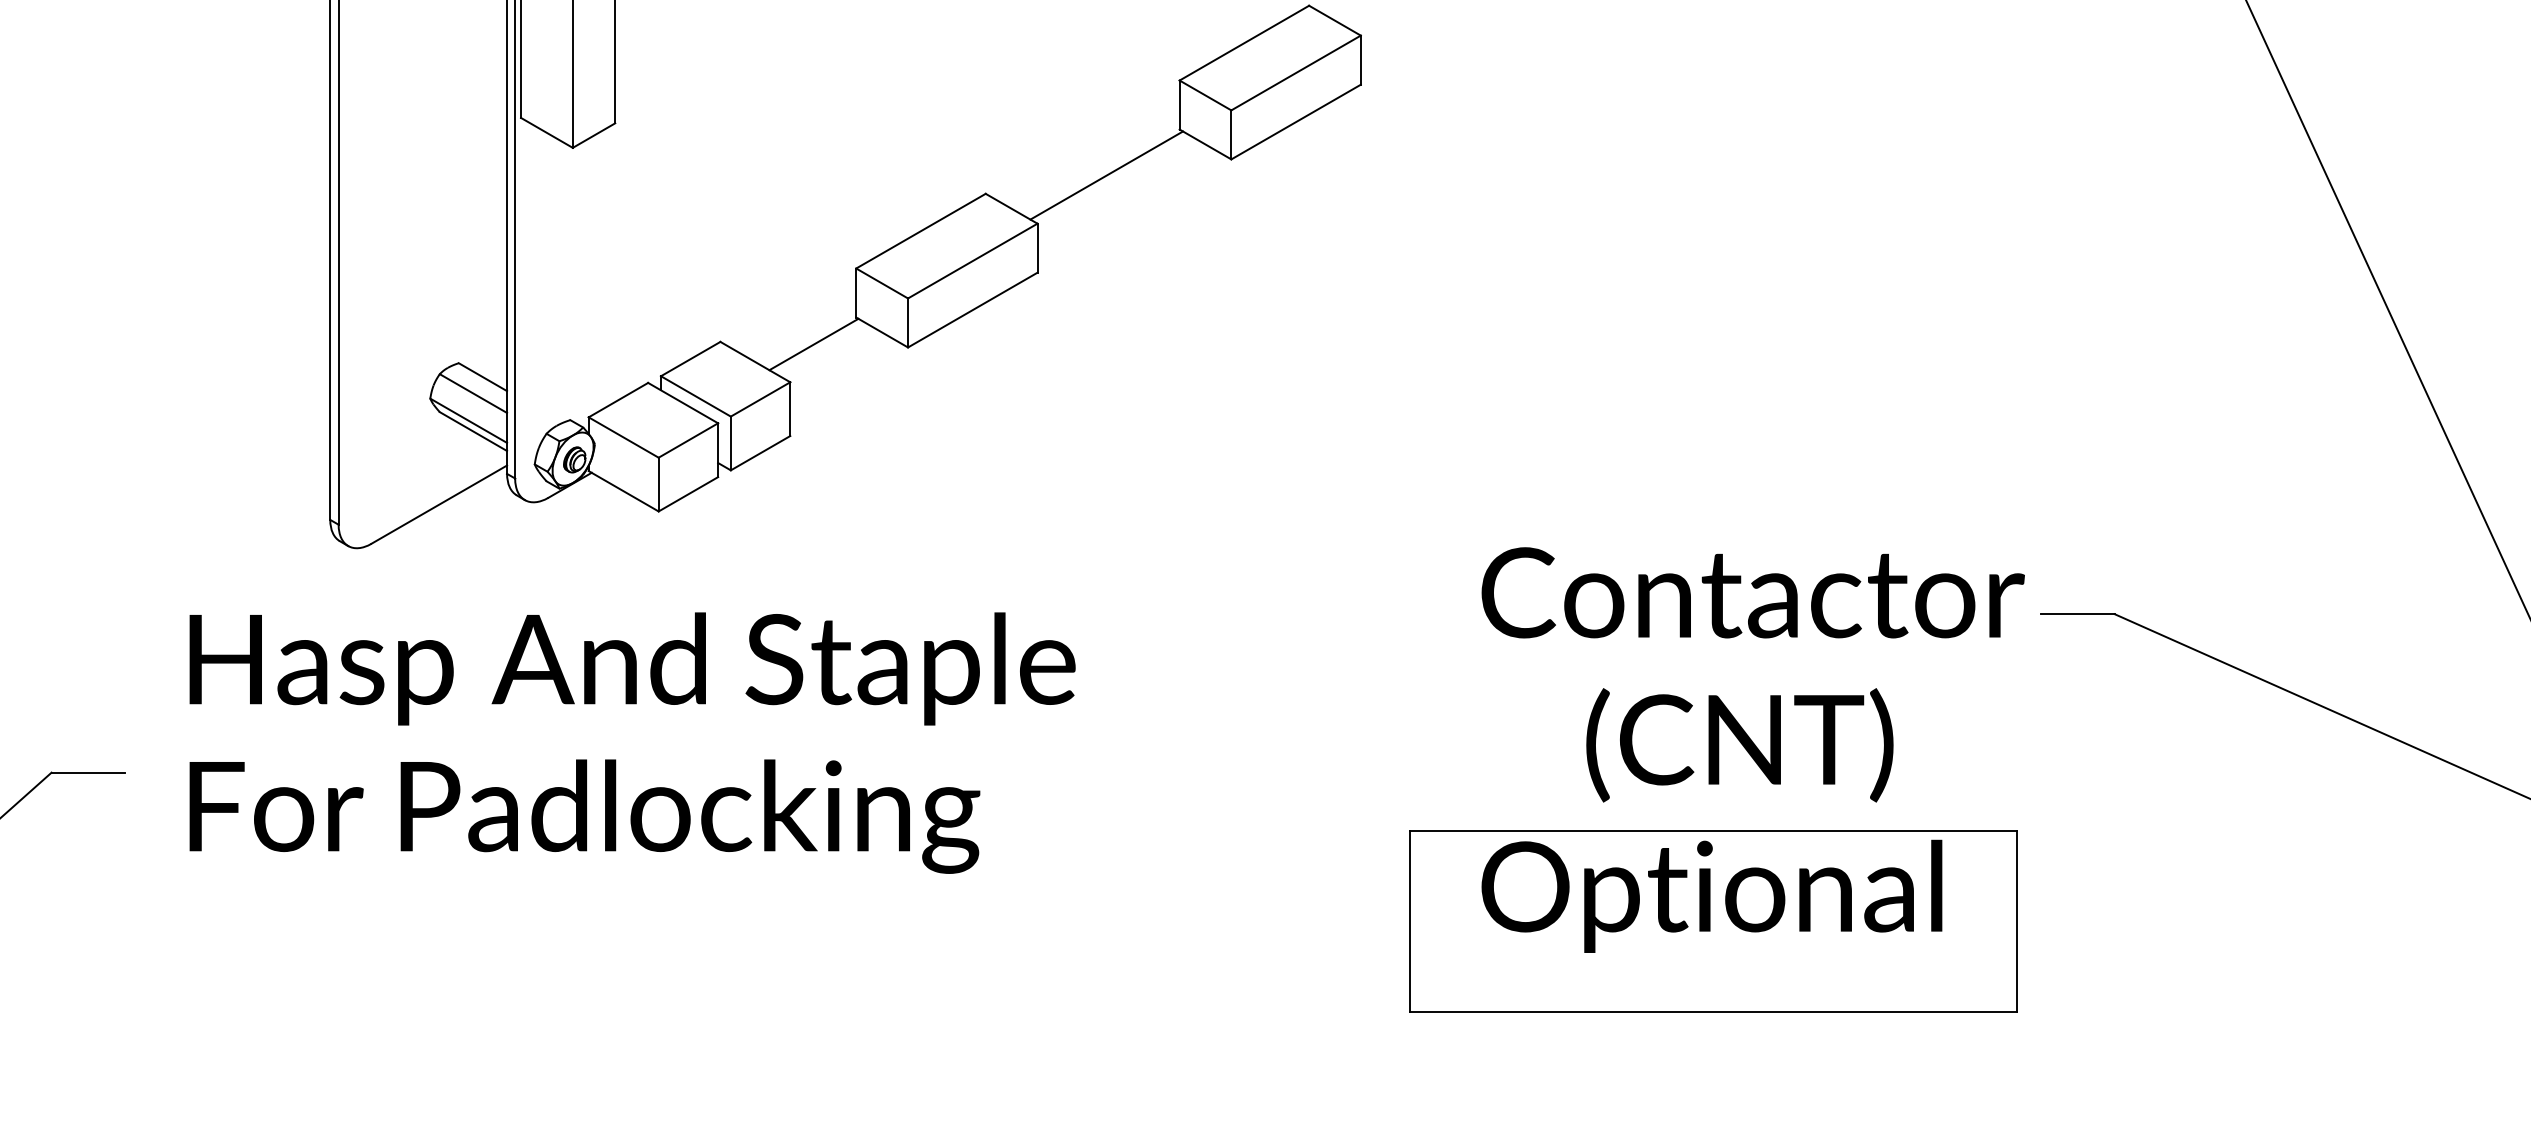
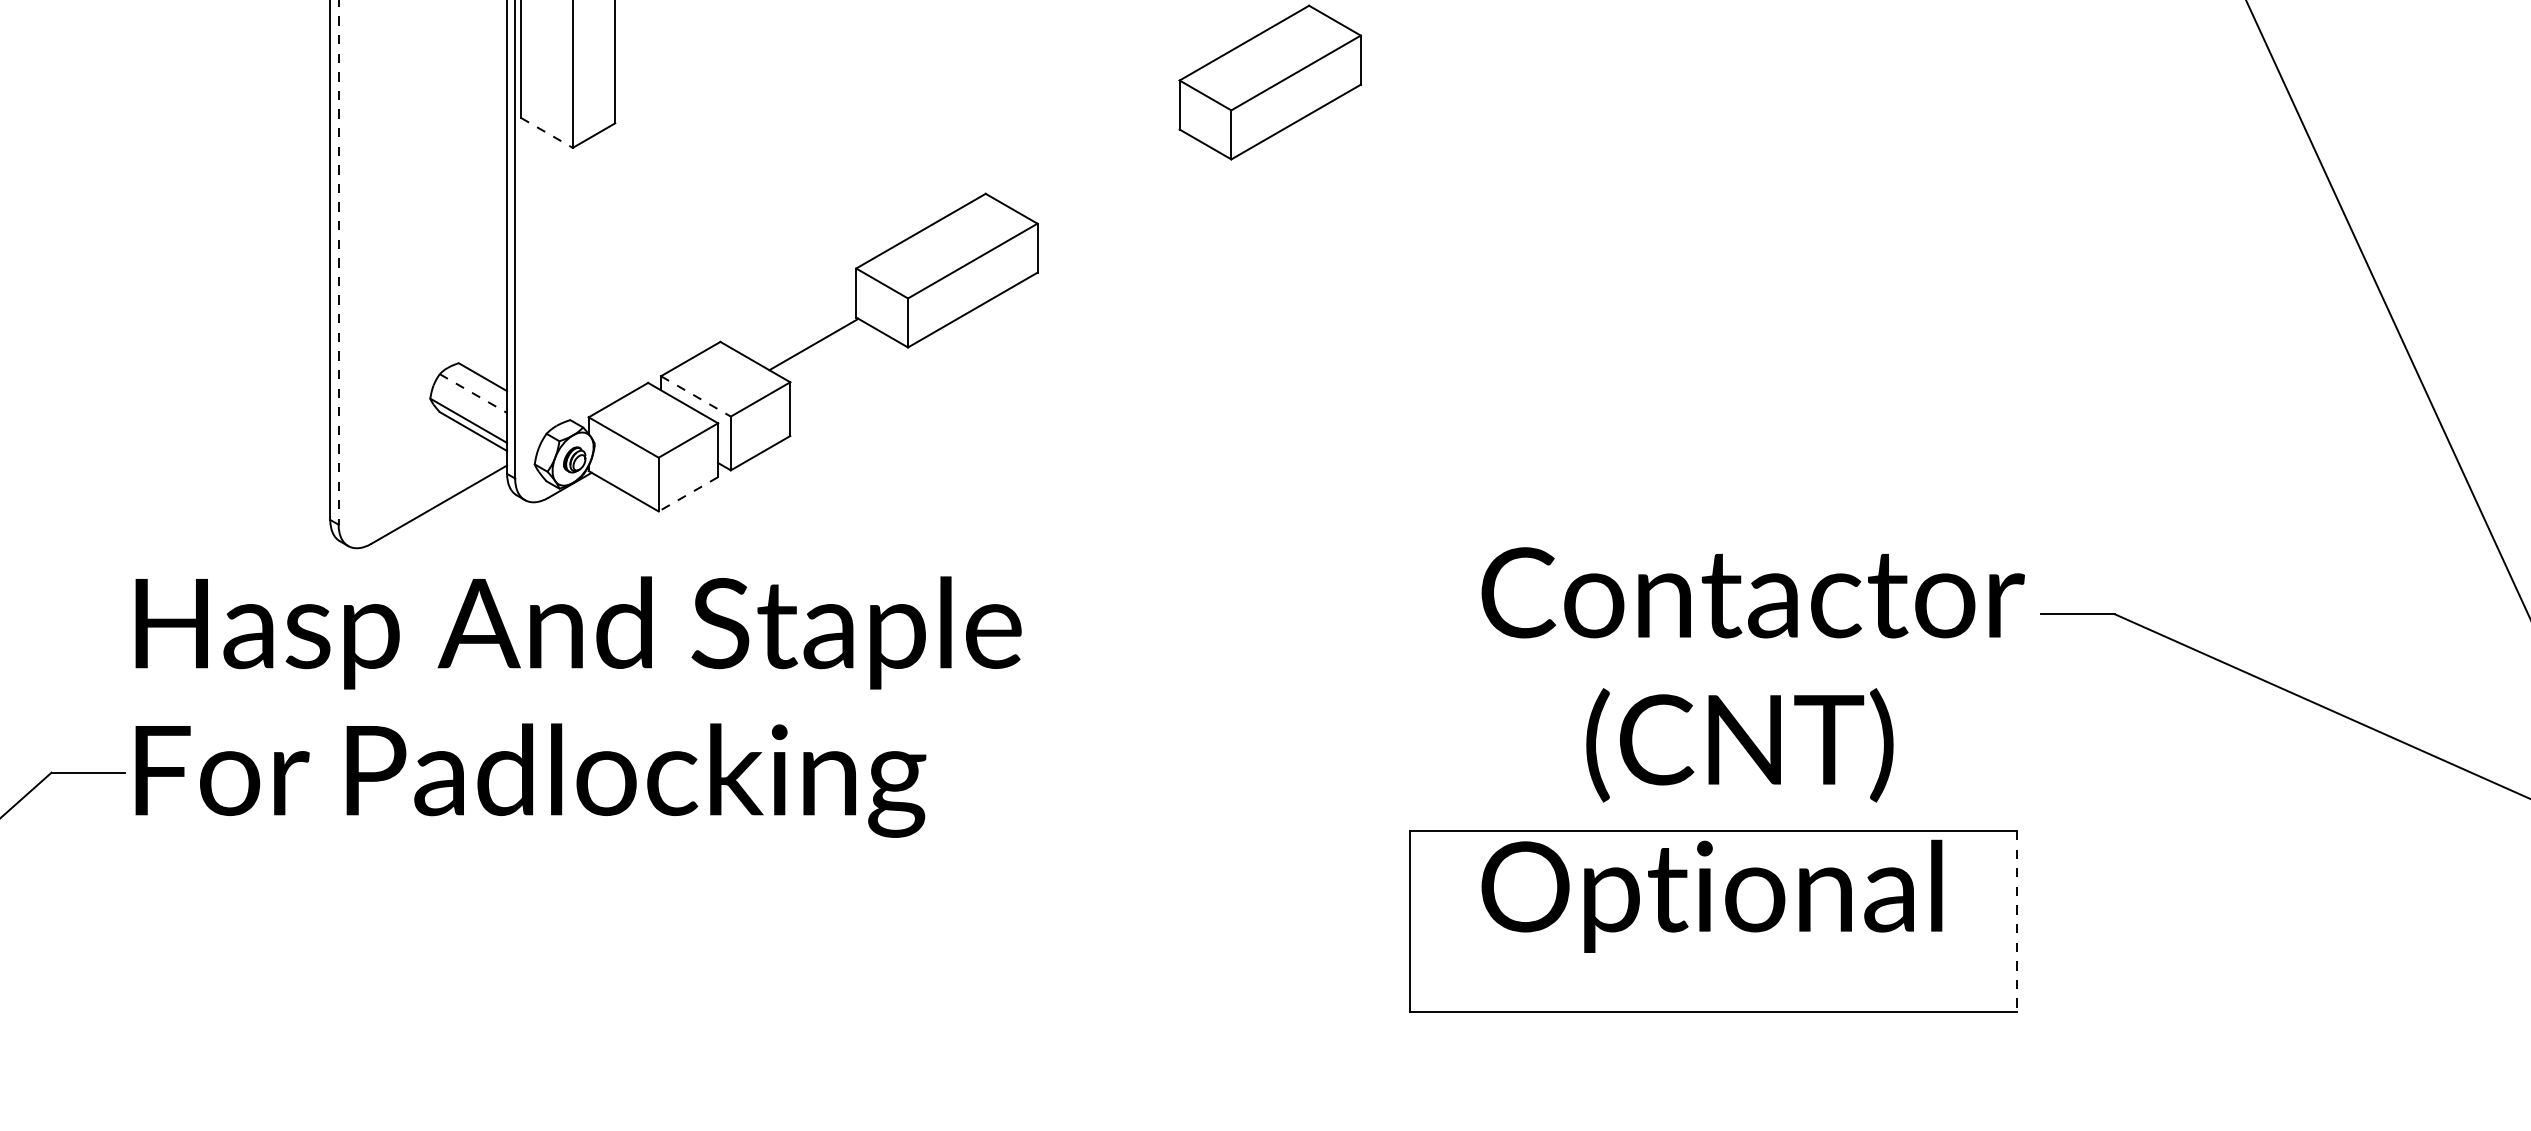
line at (546, 132): solid -> dashed
line at (1106, 175): present -> none
line at (338, 262): solid -> dashed
line at (473, 393): solid -> dashed
line at (696, 396): solid -> dashed
line at (687, 494): solid -> dashed
text at (632, 742) position: (632, 742) -> (578, 706)
line at (2016, 921): solid -> dashed
